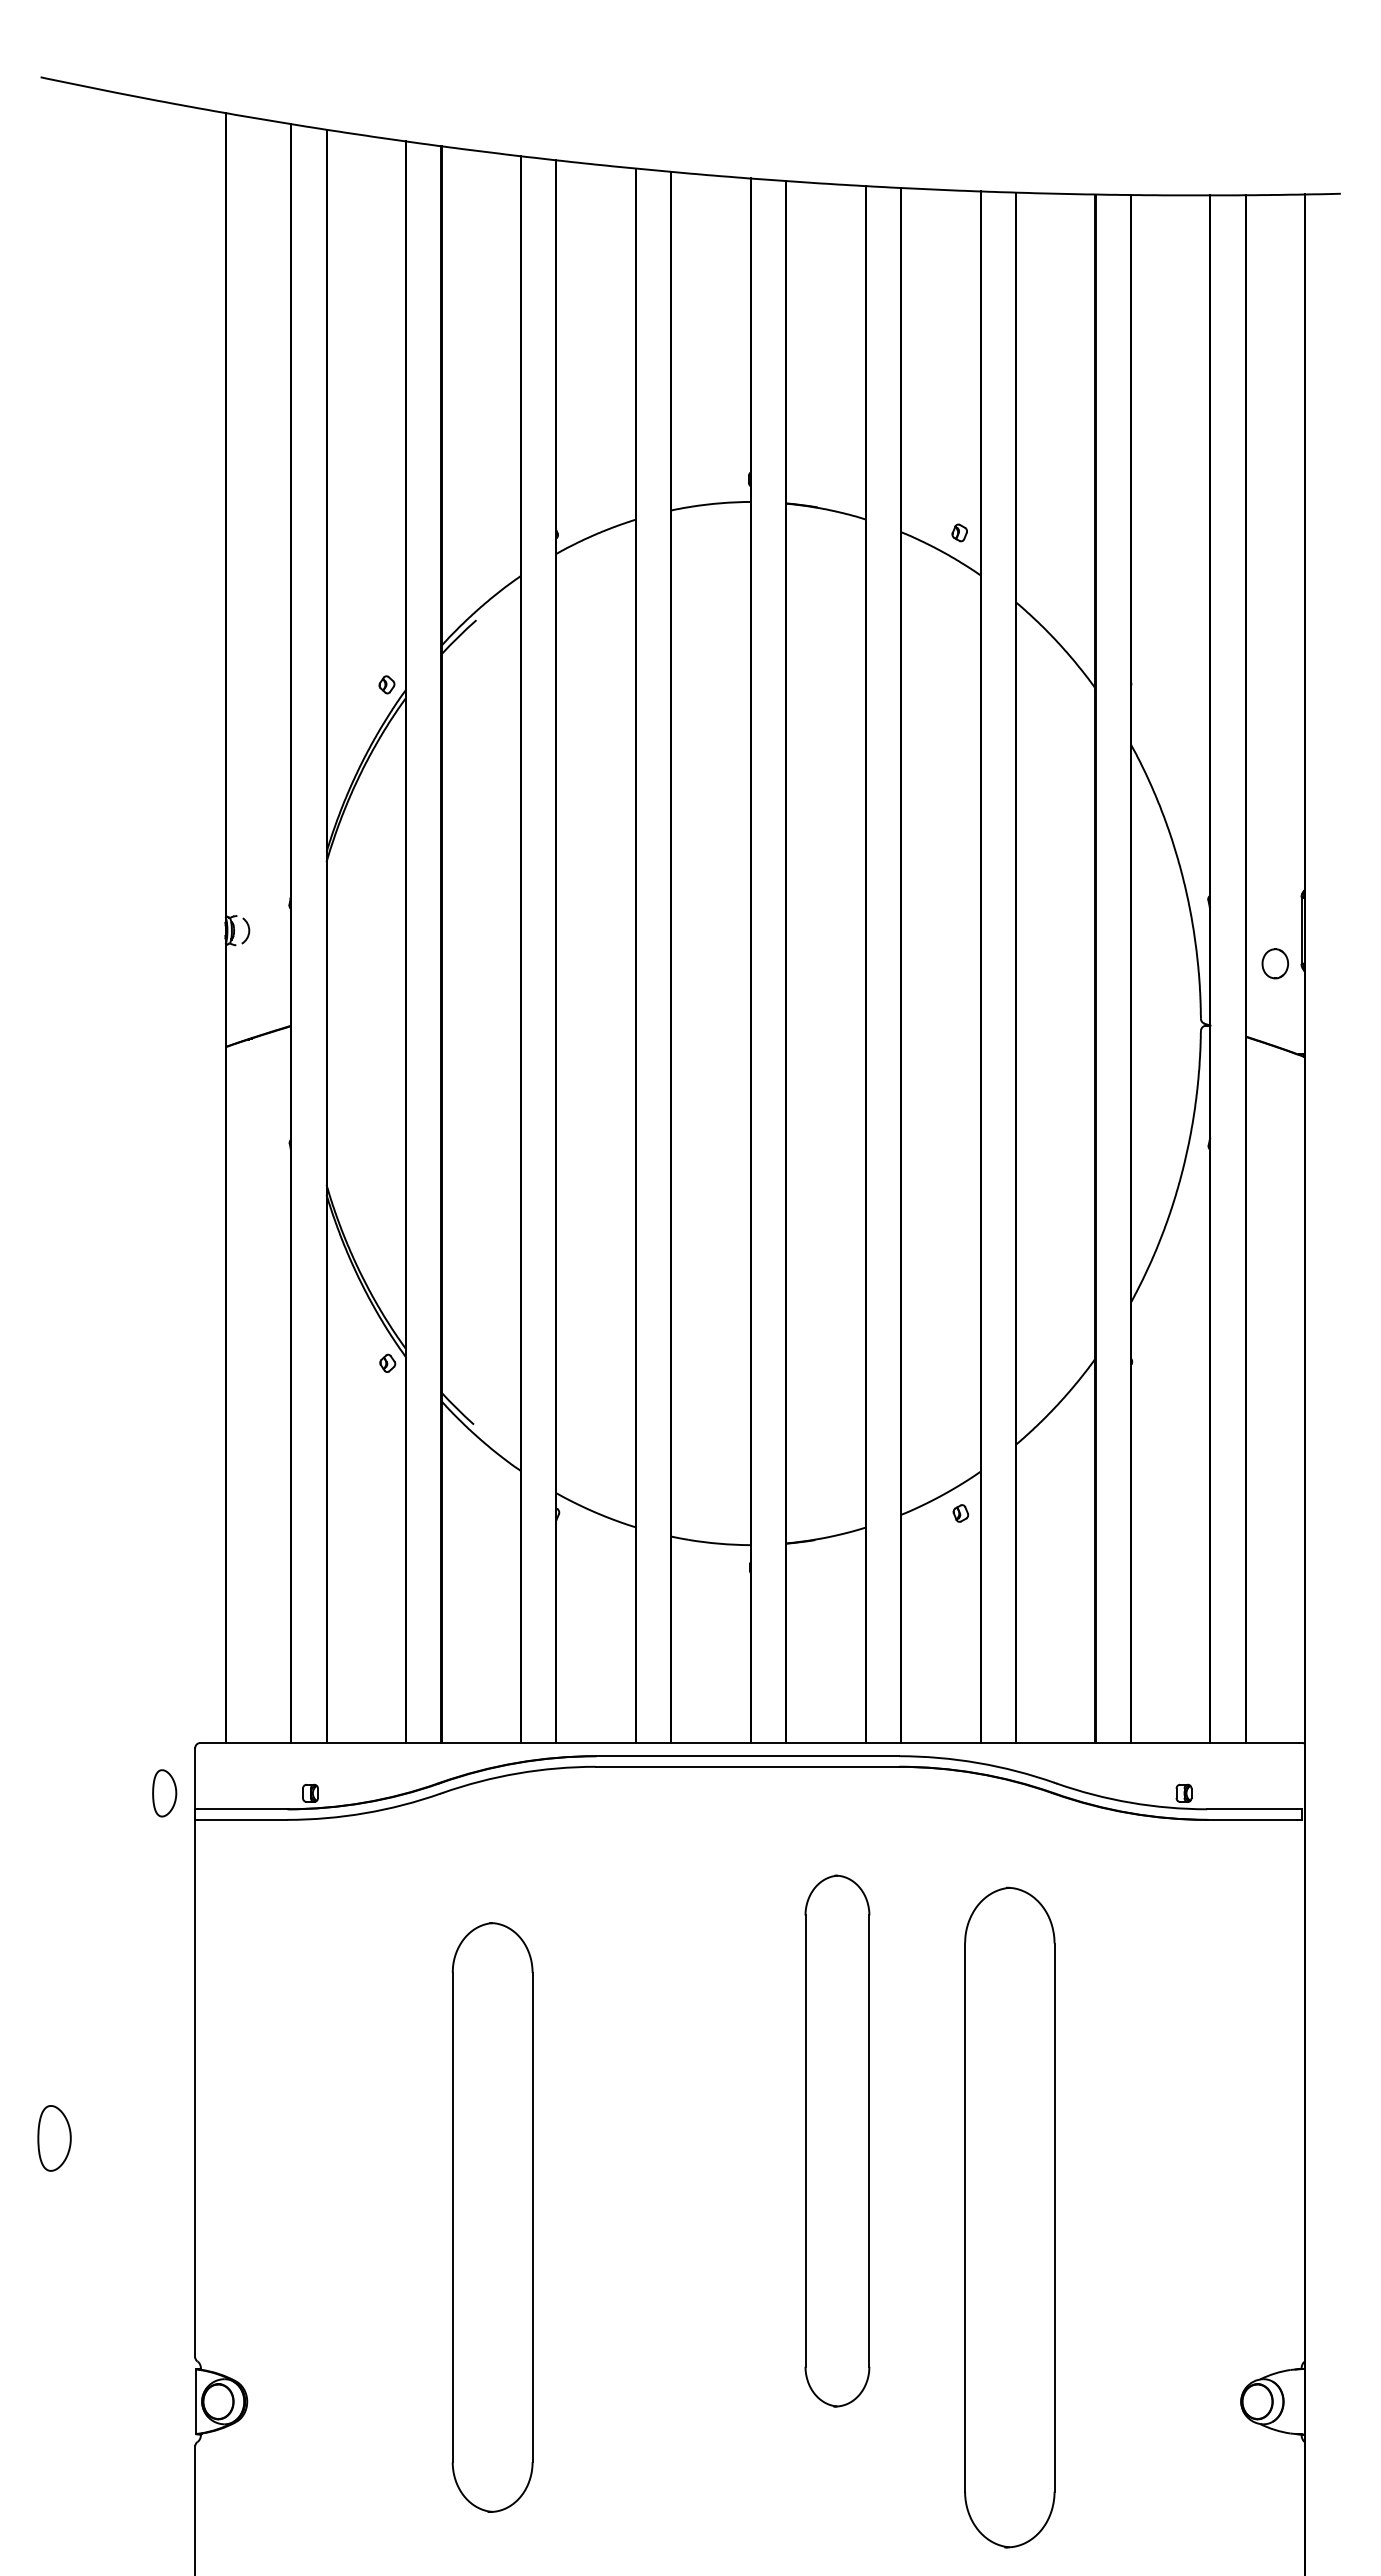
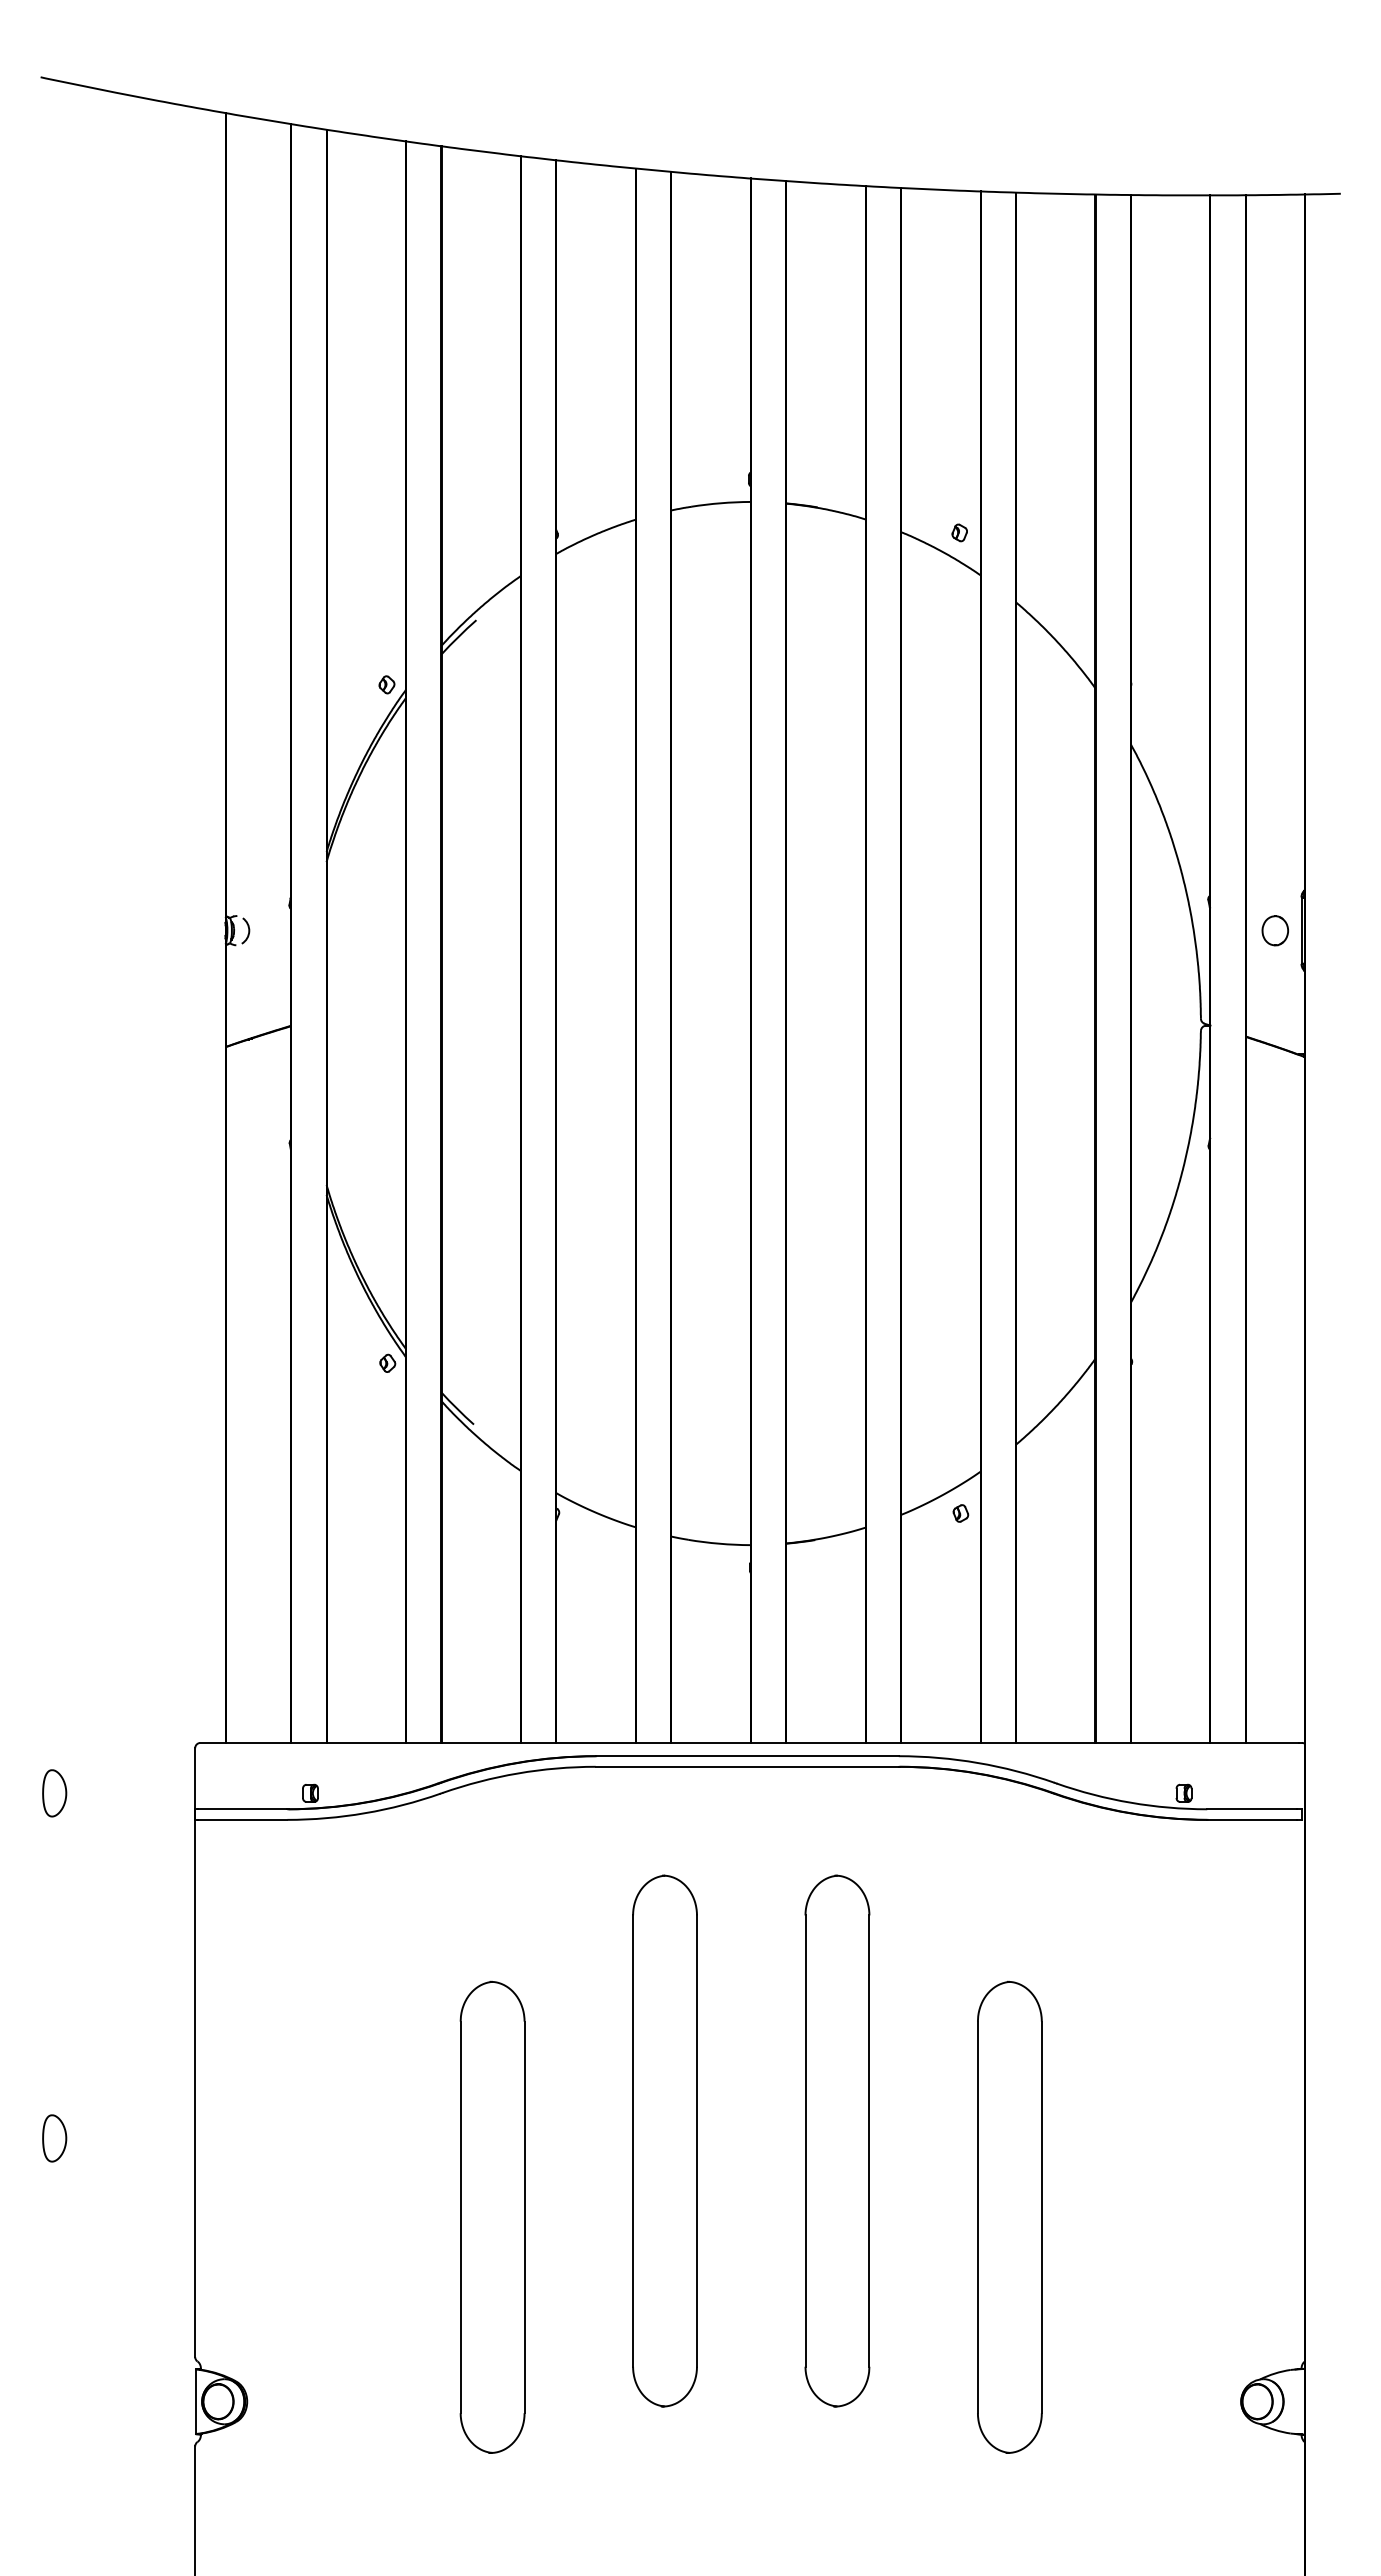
part at (1274, 963) position: (1274, 963) -> (1274, 930)
part at (164, 1793) position: (164, 1793) -> (54, 1793)
part at (54, 2138) size: 35x67 px -> 26x49 px
part at (664, 2140): none -> present
part at (492, 2217) size: 83x591 px -> 67x474 px
part at (1009, 2217) size: 92x663 px -> 66x474 px
